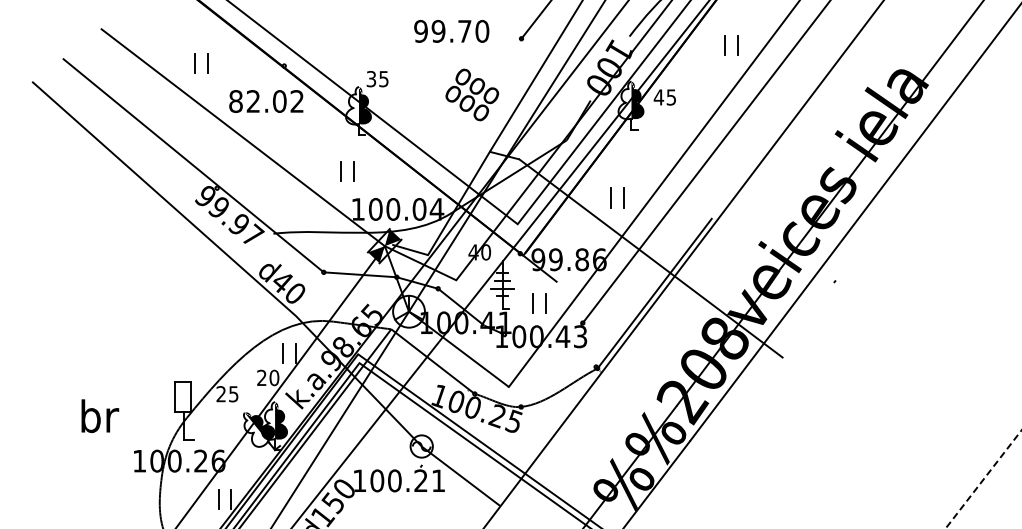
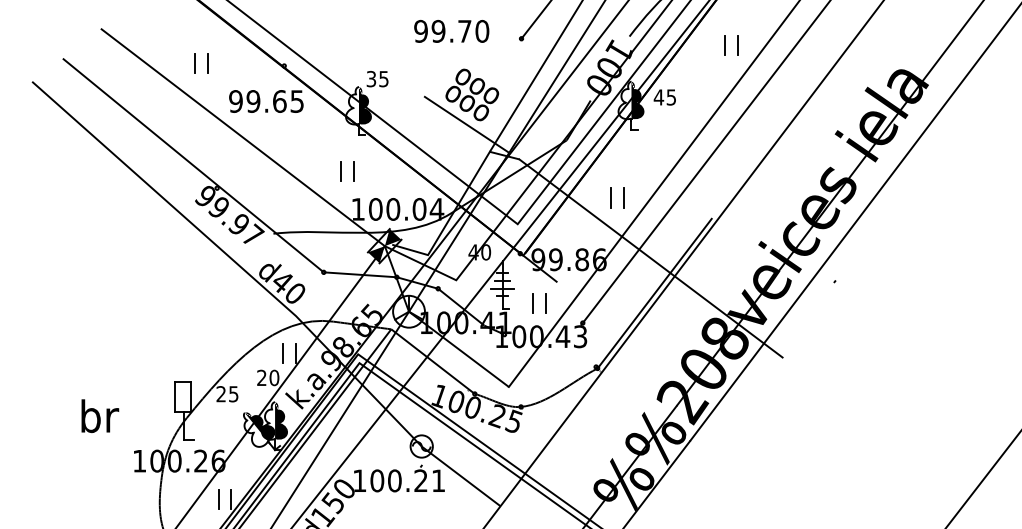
text at (266, 101): 82.02 -> 99.65
line at (466, 124): none -> present
line at (983, 479): dashed -> solid
